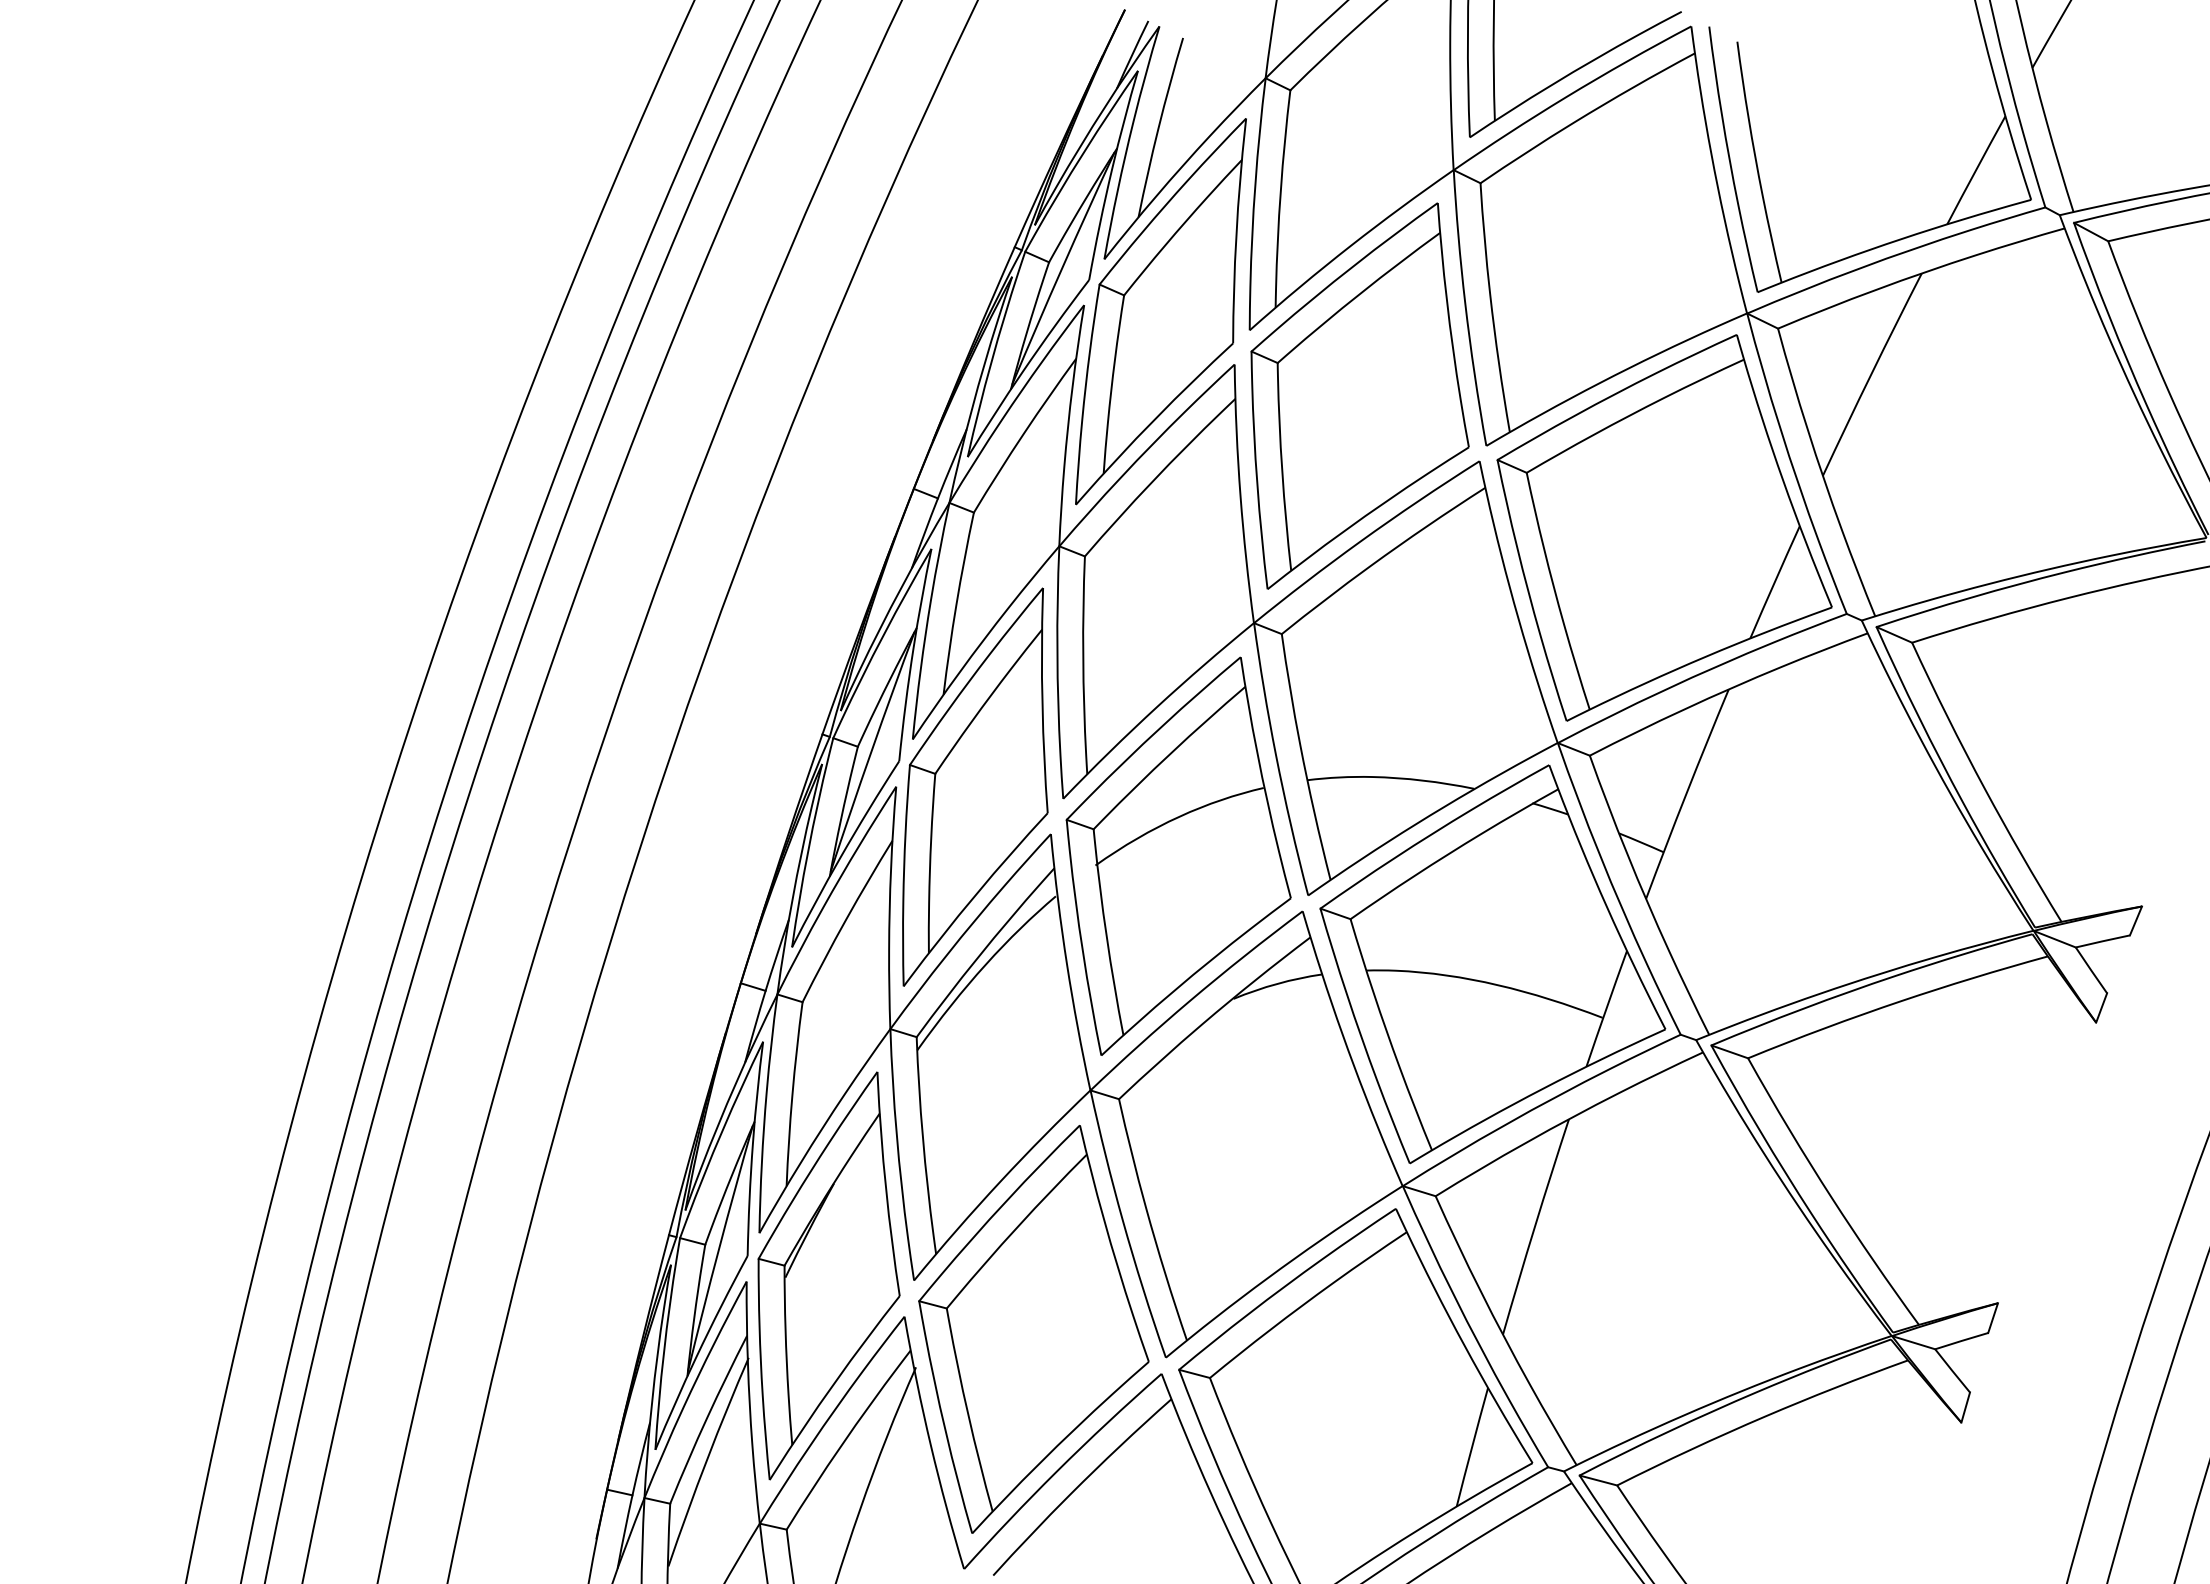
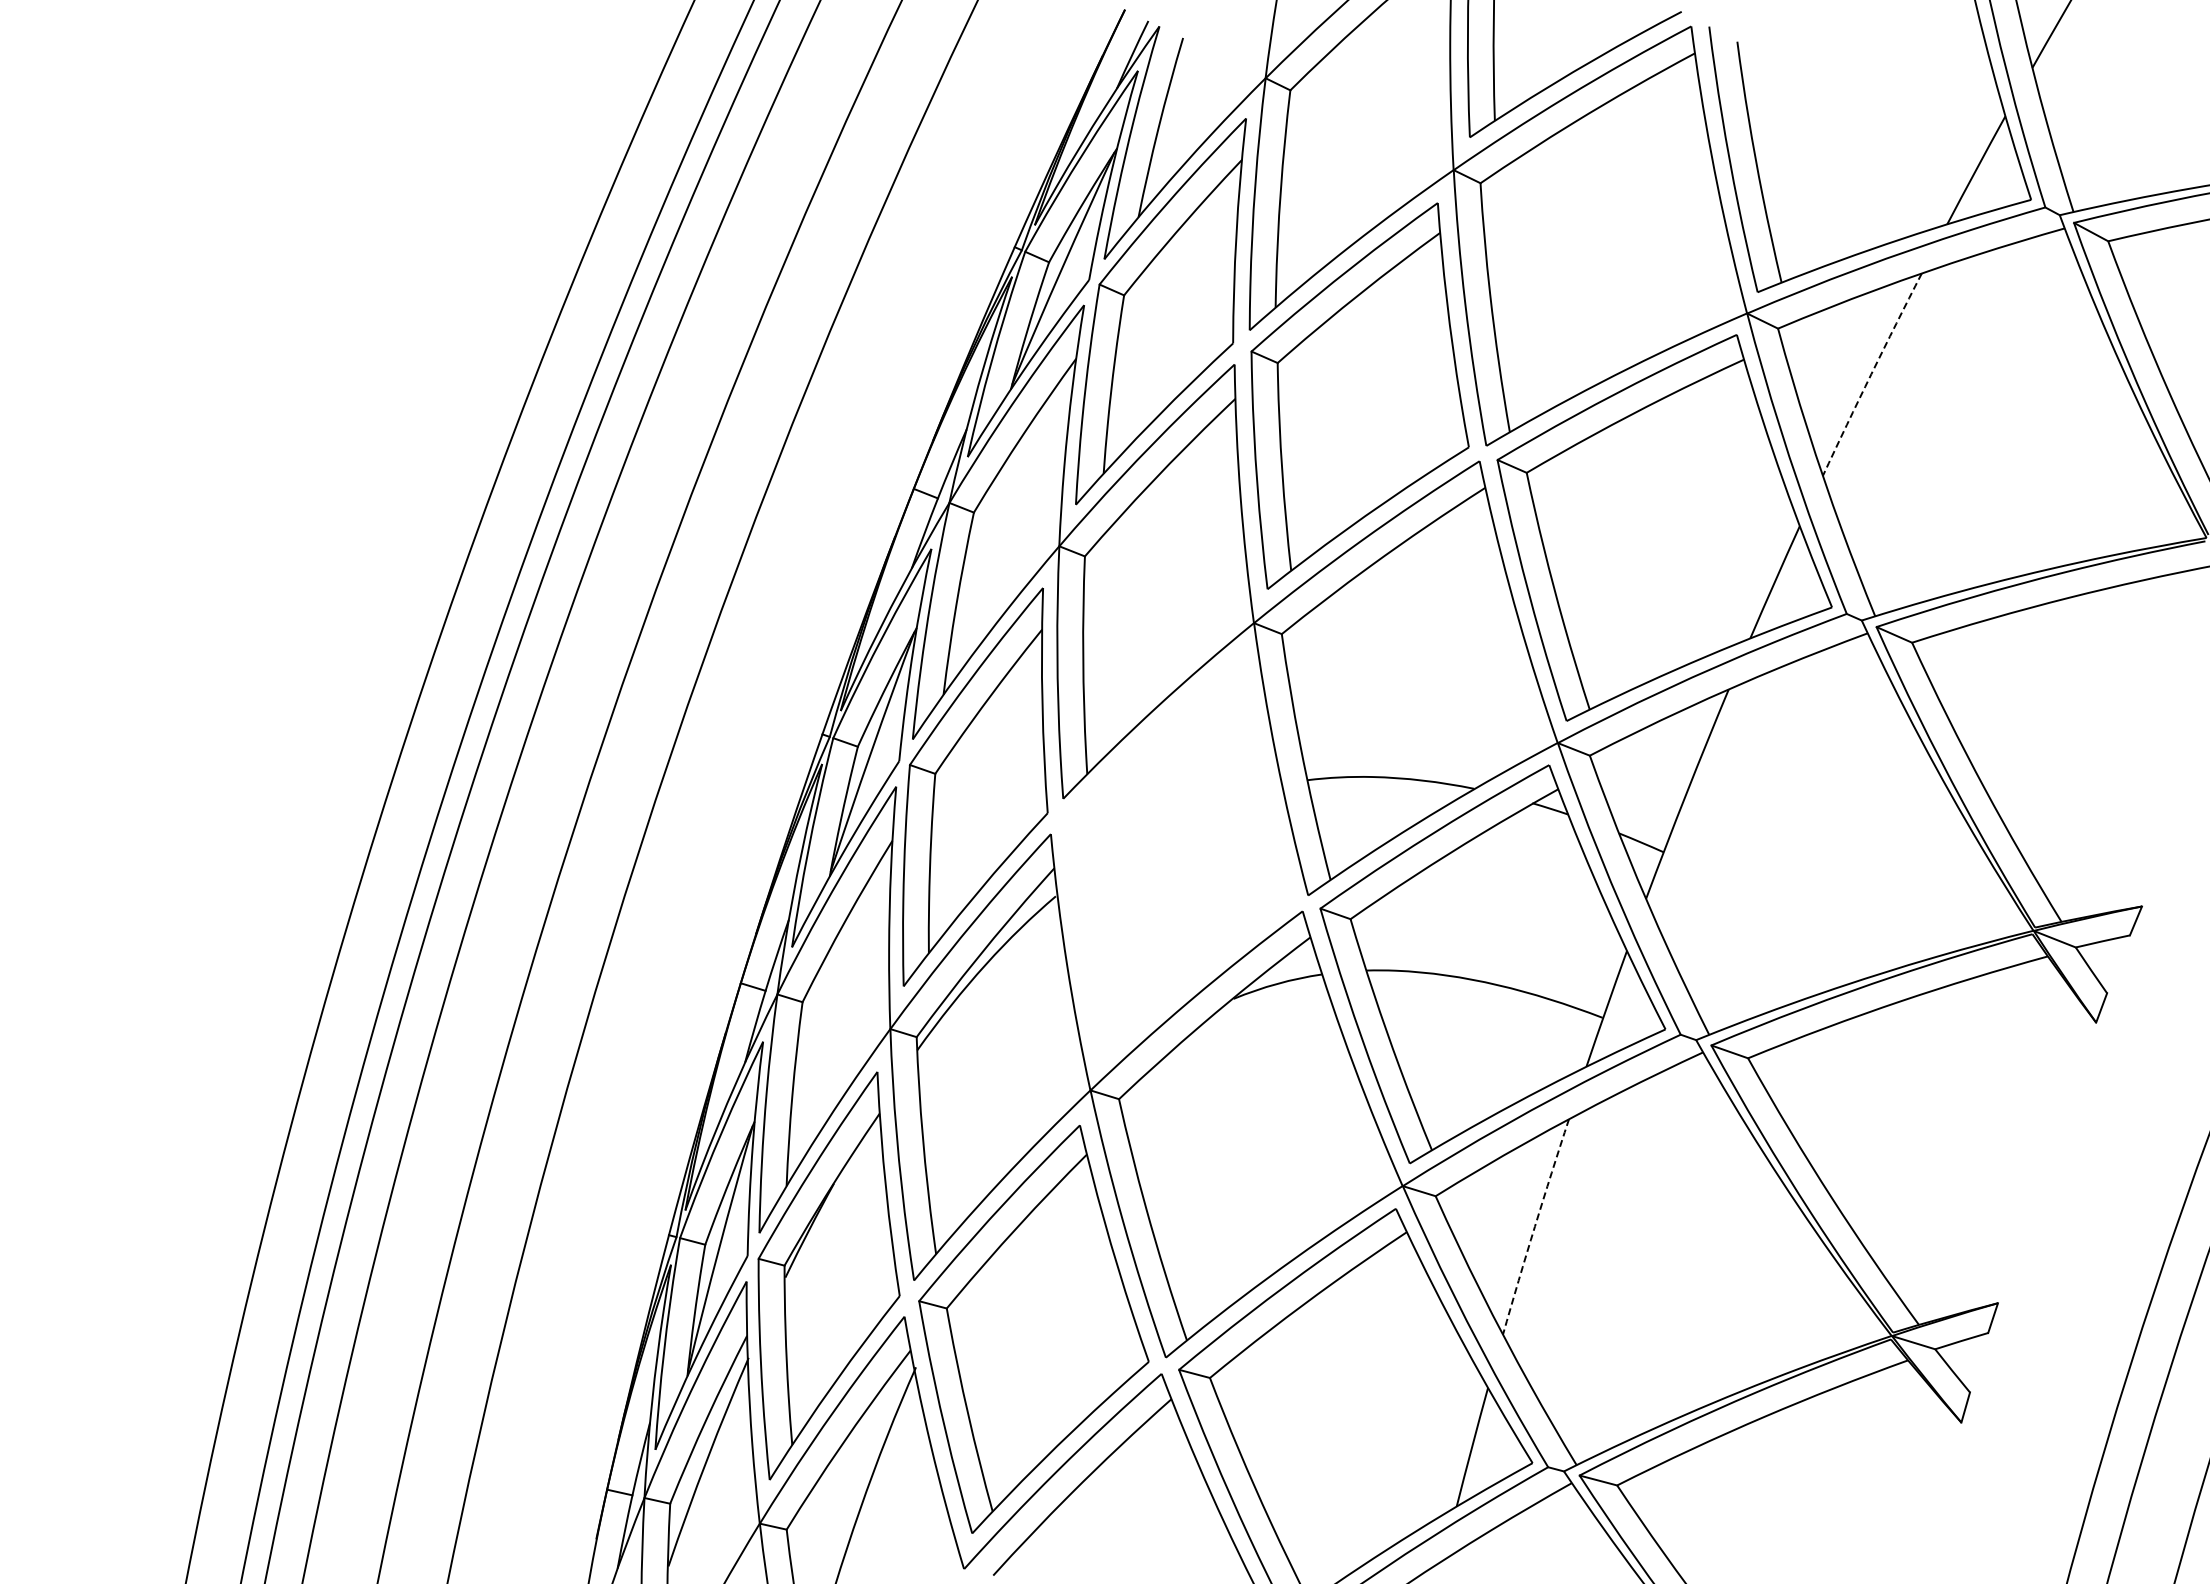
arc at (1871, 374): solid -> dashed
part at (1178, 855): present -> none
arc at (1534, 1226): solid -> dashed
